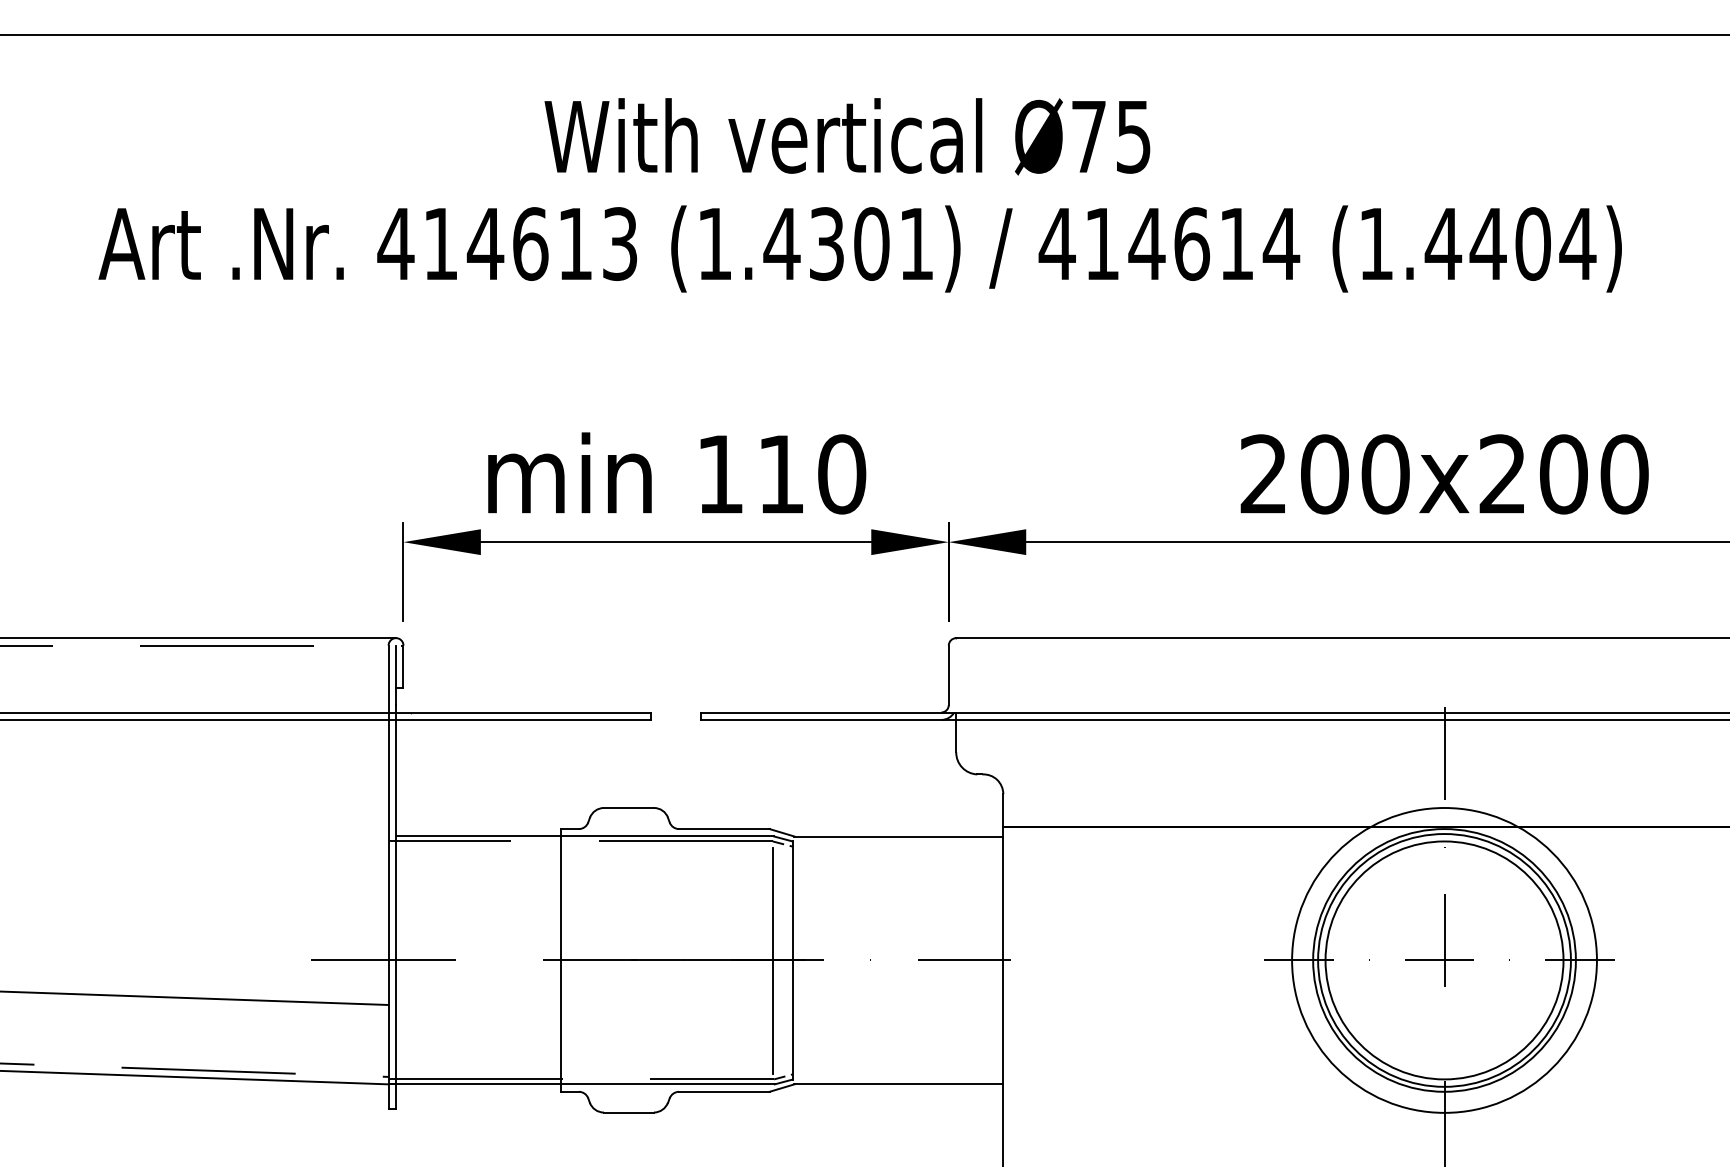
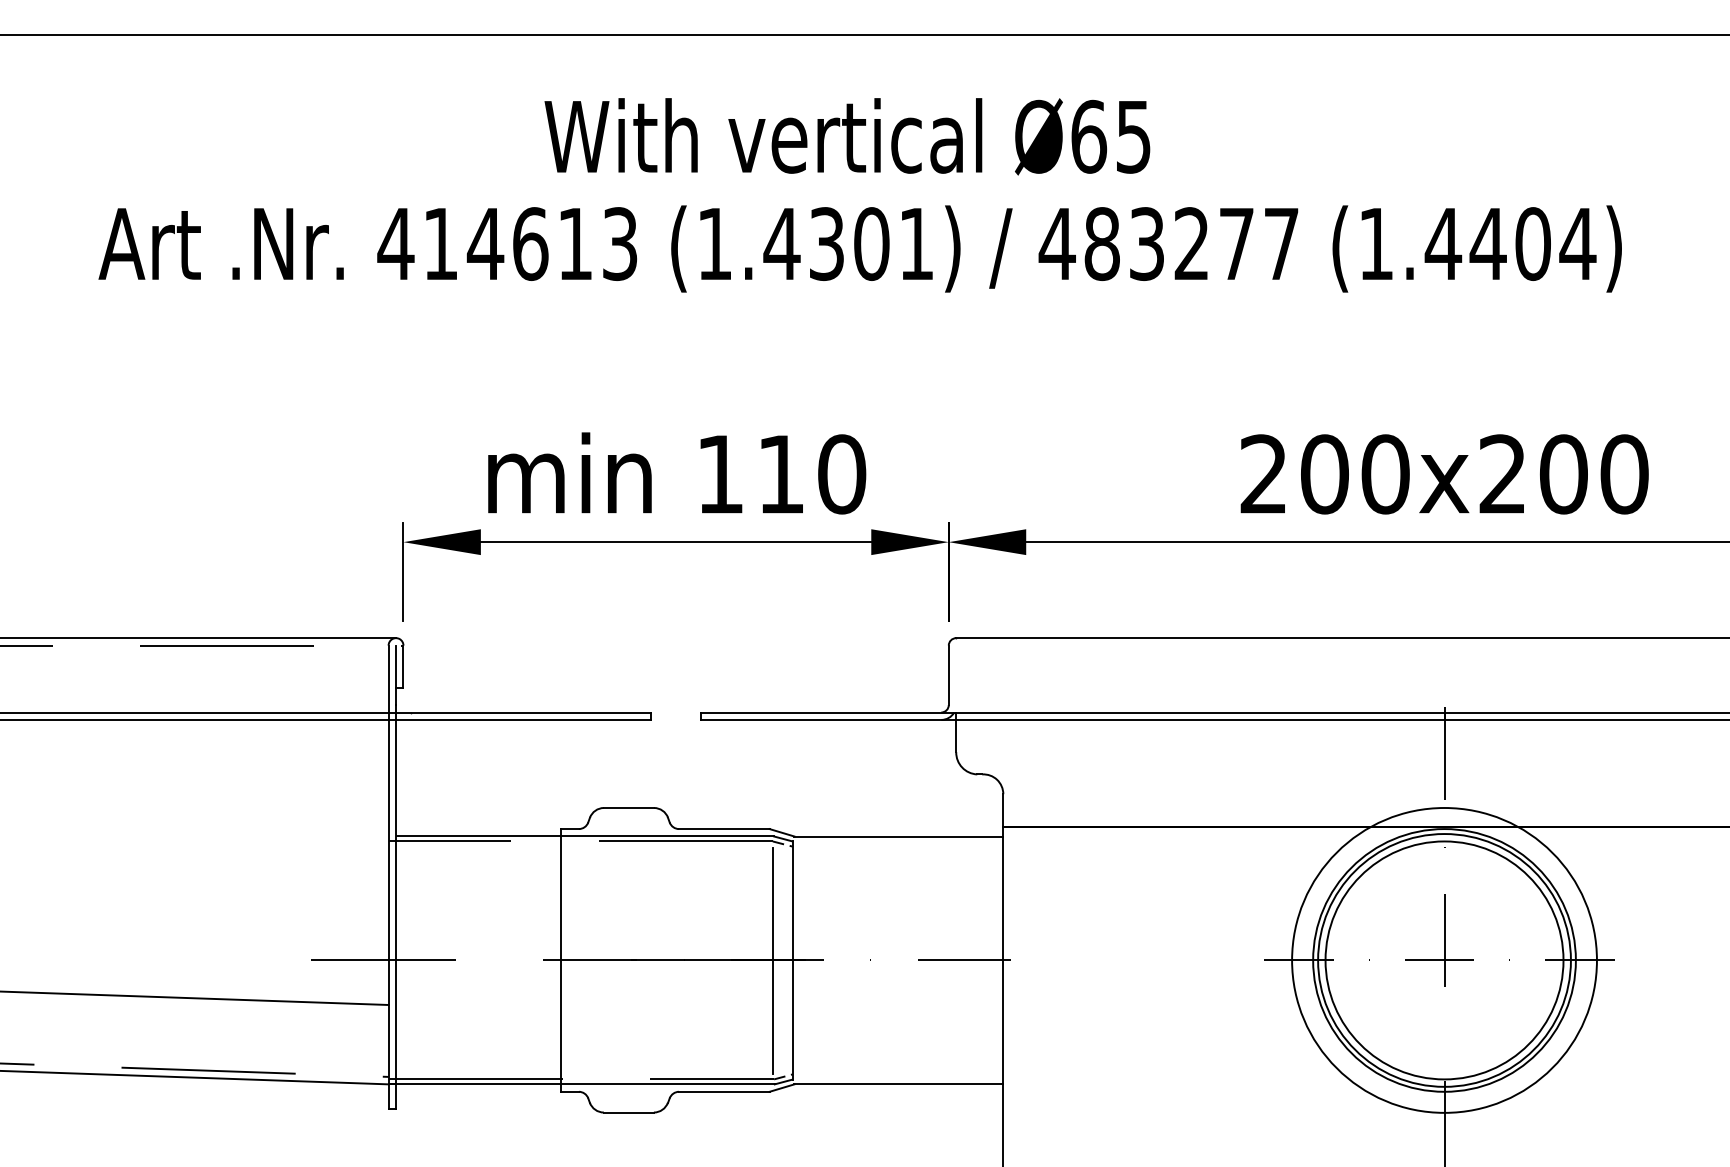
text at (1089, 136): Ø75 -> Ø65
text at (1192, 244): 414614 -> 483277
